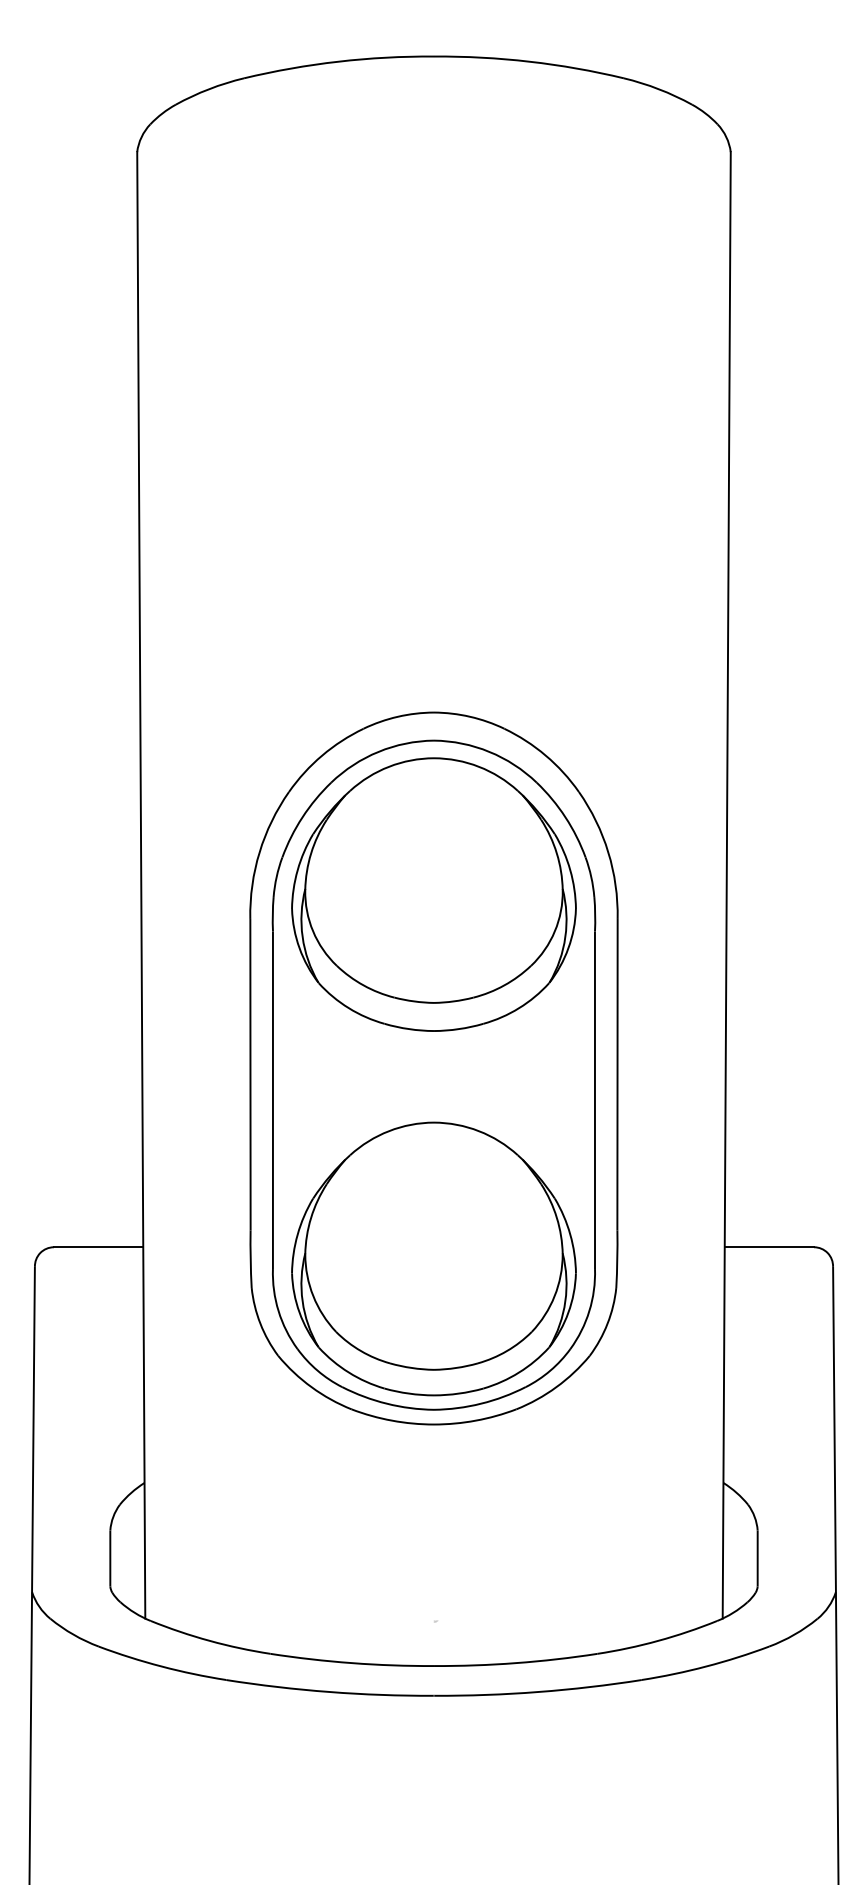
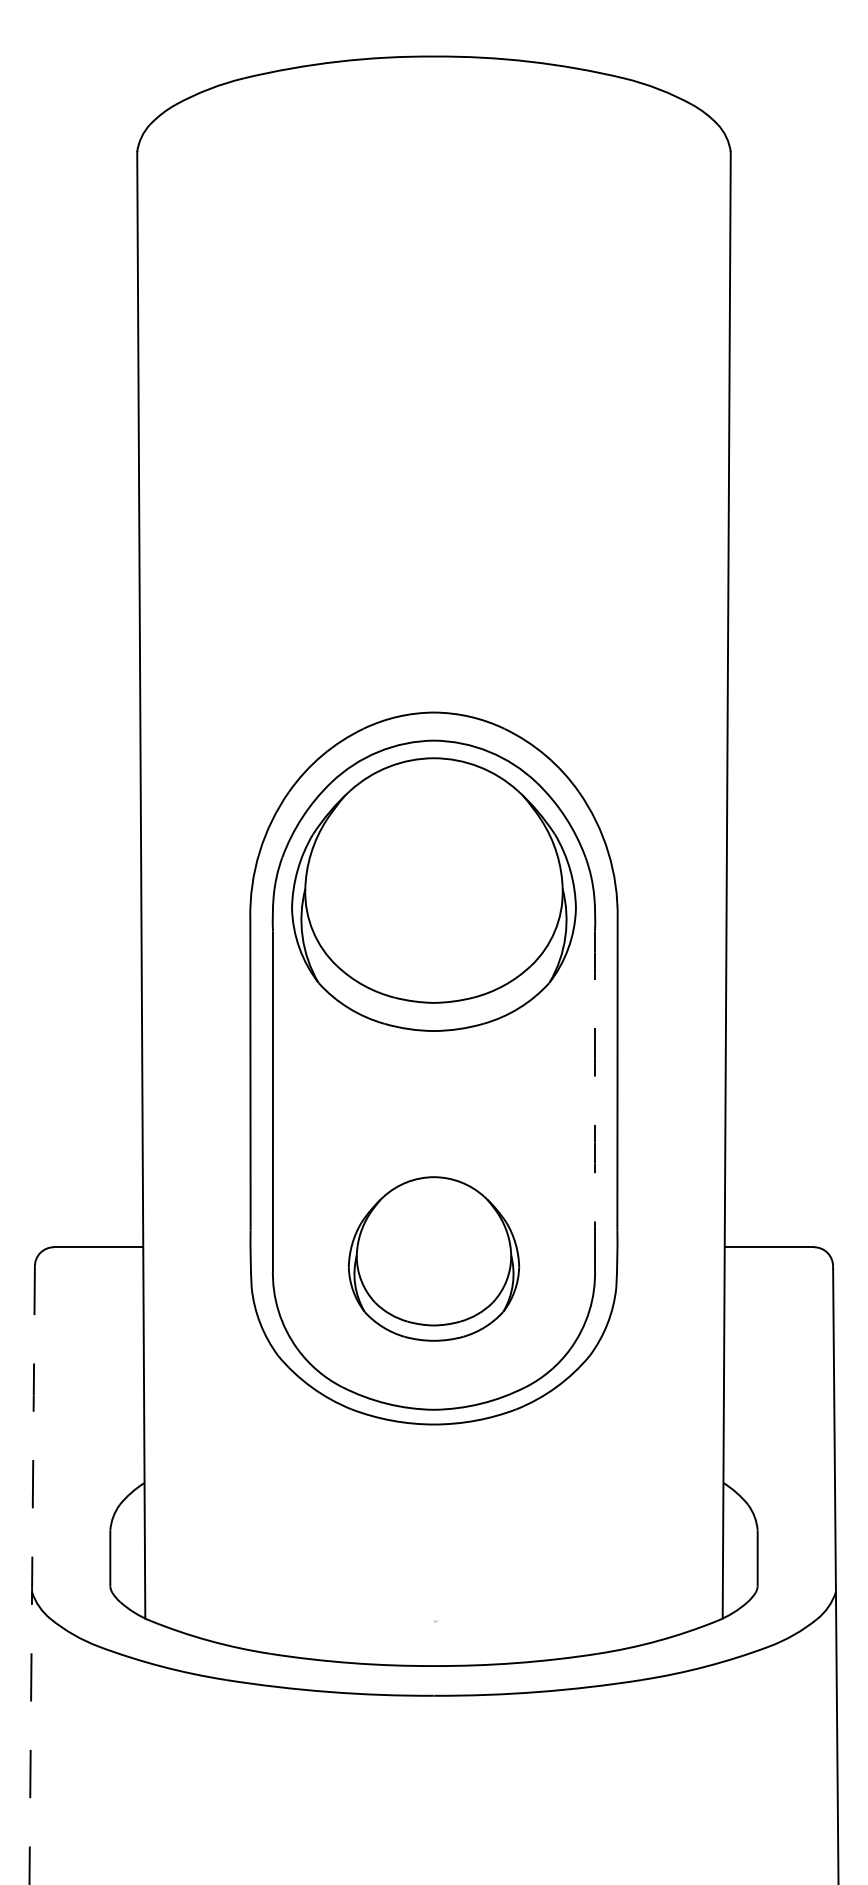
arc at (594, 1100): solid -> dashed
part at (433, 1258) size: 286x276 px -> 174x166 px
arc at (32, 1576): solid -> dashed
